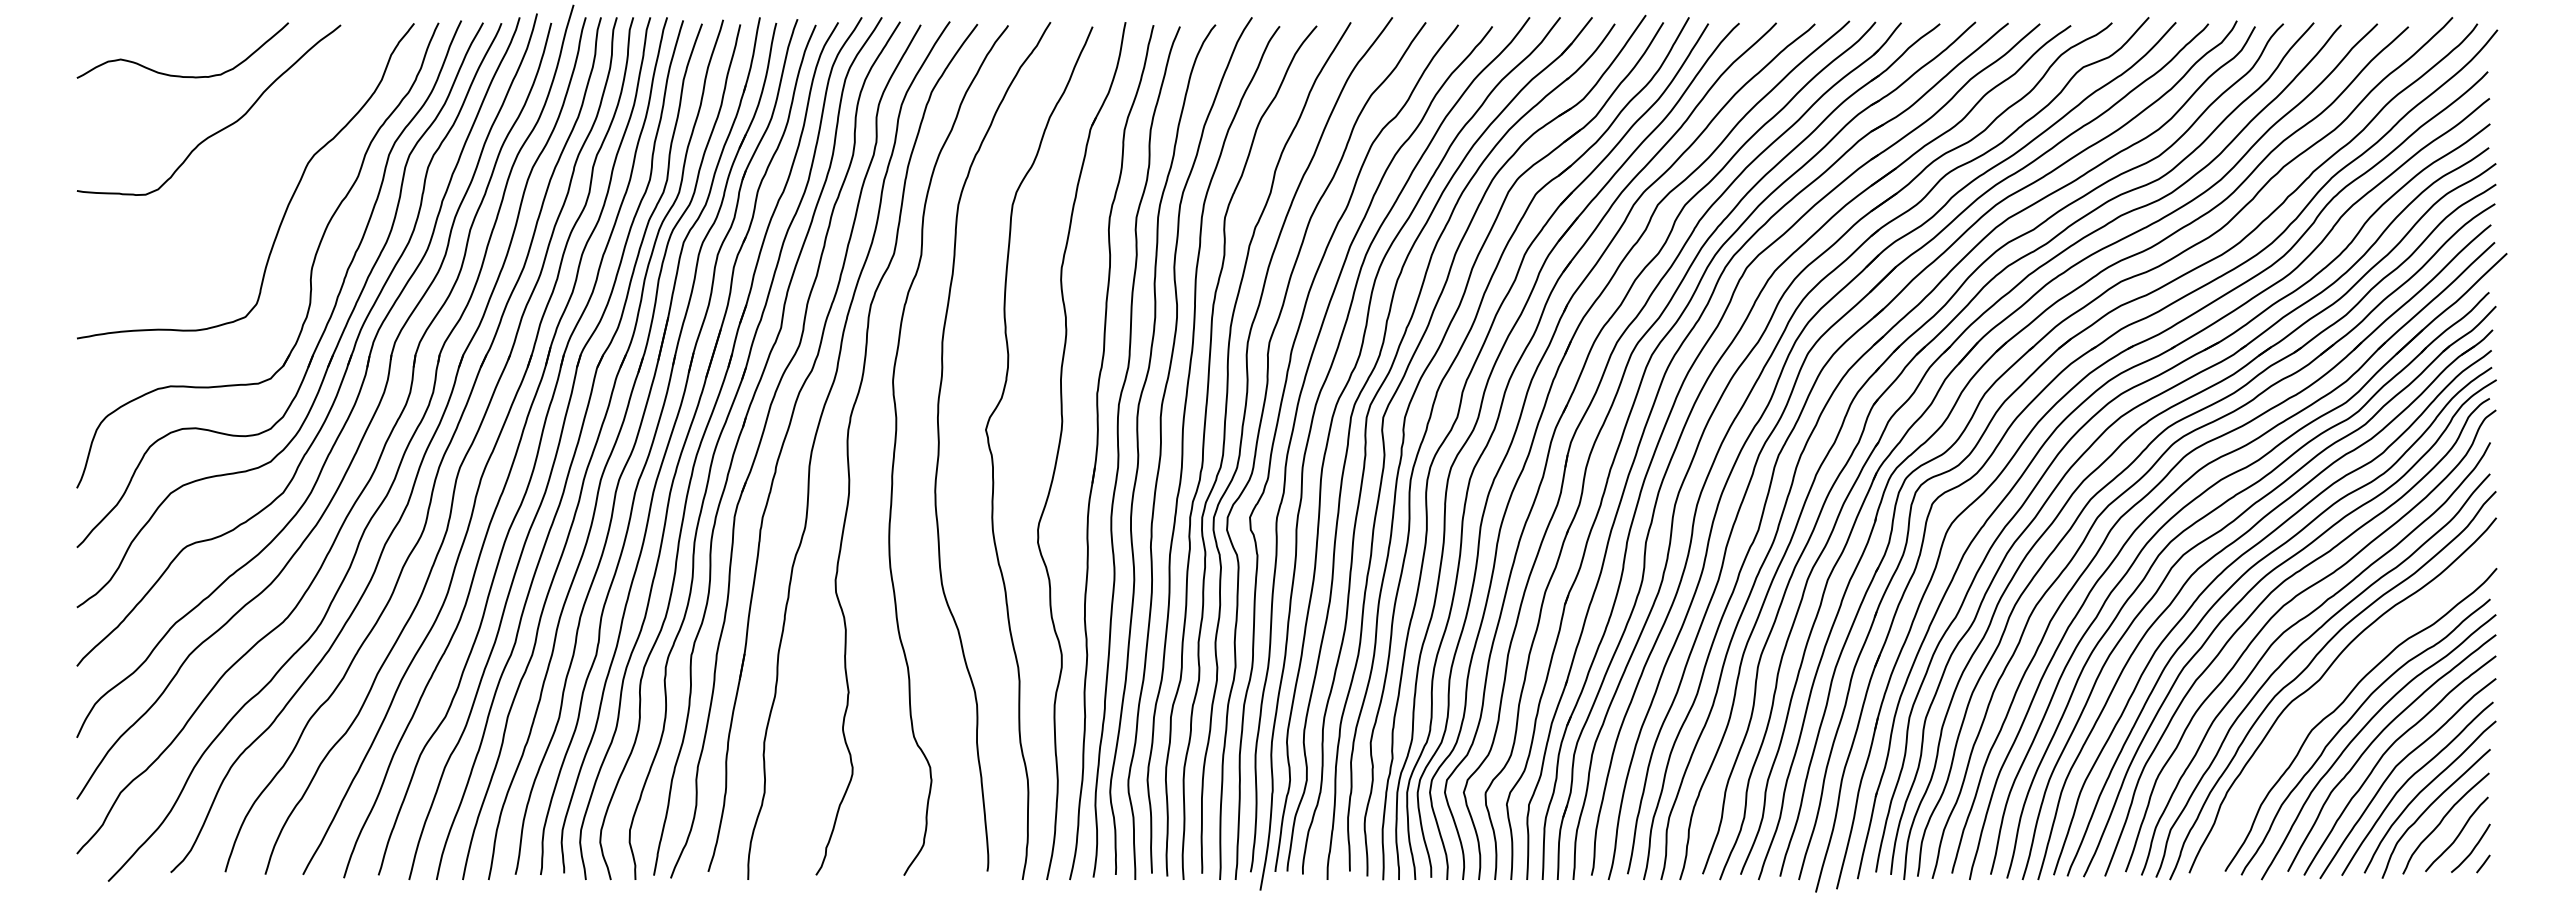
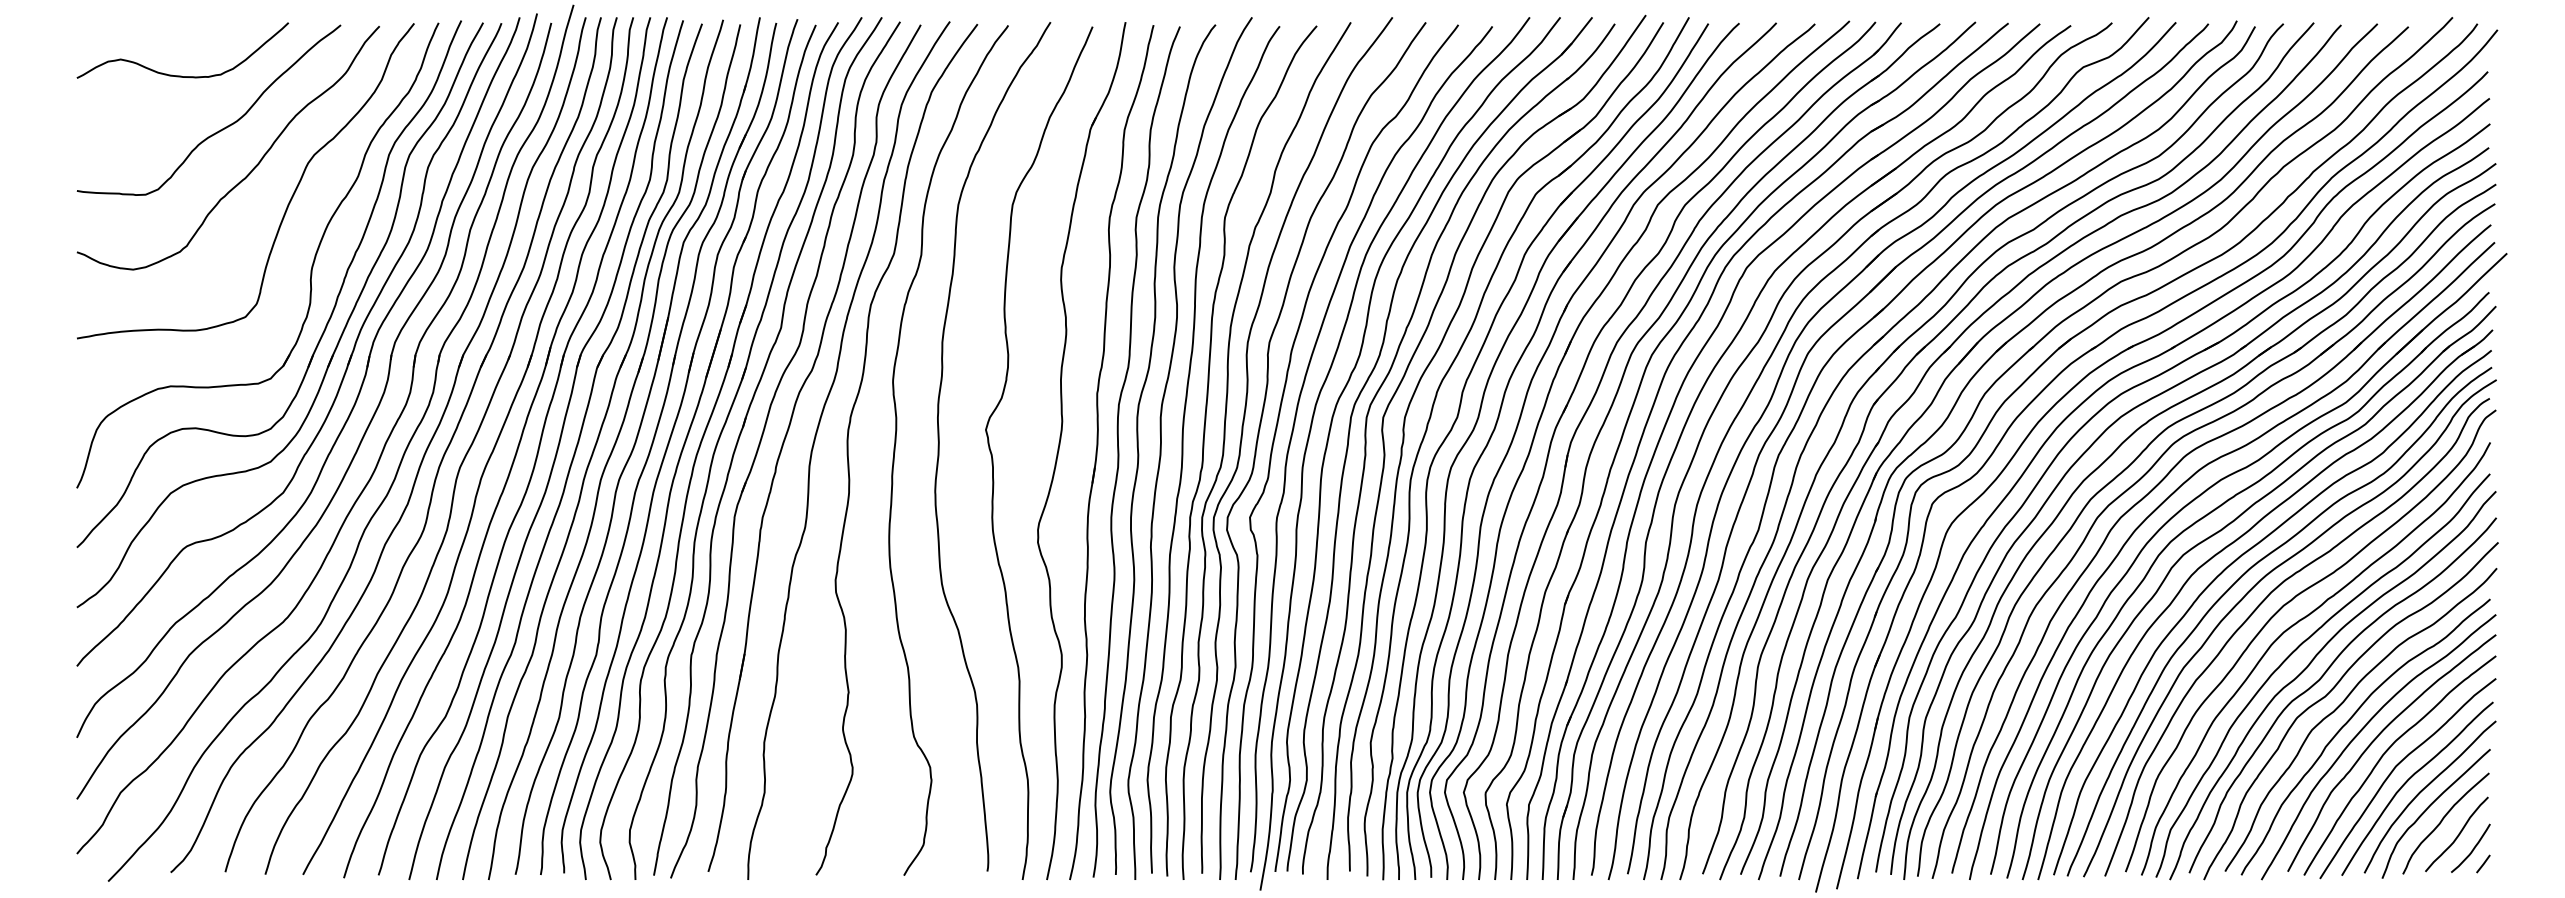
curve at (252, 168): none -> present
curve at (2331, 691): none -> present
